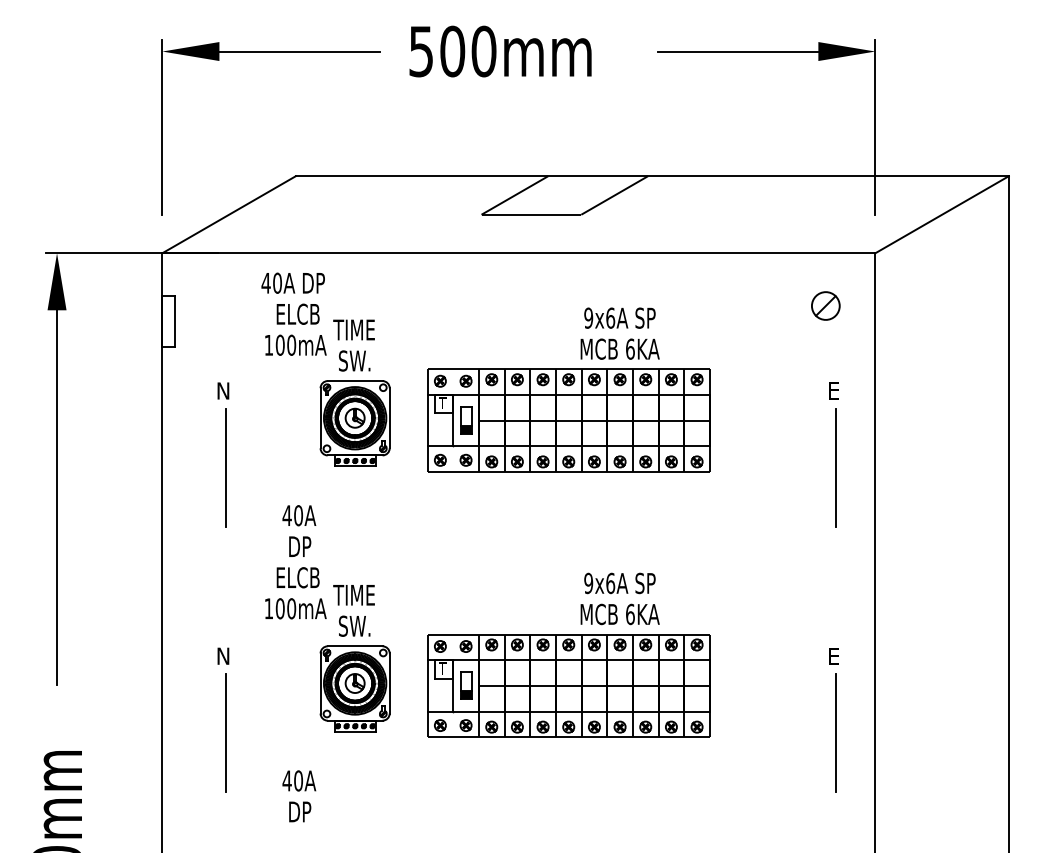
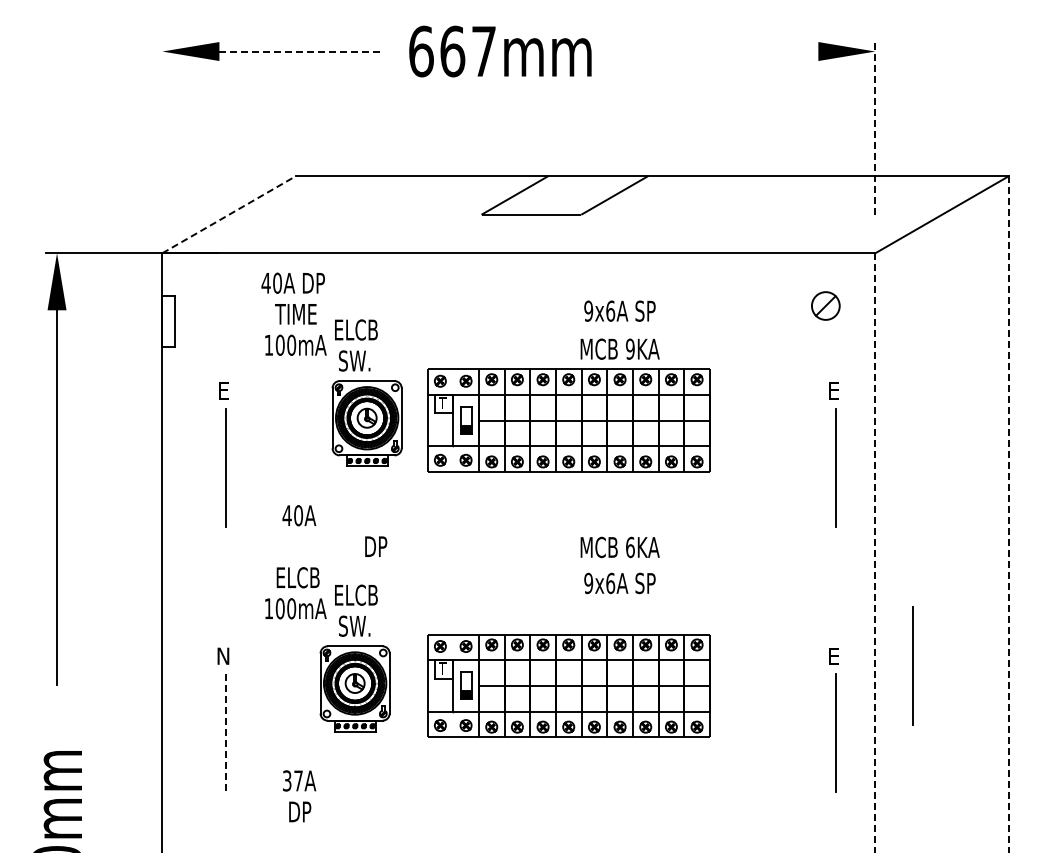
line at (300, 51): solid -> dashed
text at (452, 51): 500mm -> 667mm
line at (737, 51): present -> none
line at (875, 126): solid -> dashed
line at (162, 127): present -> none
line at (229, 214): solid -> dashed
text at (297, 313): ELCB -> TIME
text at (619, 317) position: (619, 317) -> (619, 310)
text at (355, 329): TIME -> ELCB
text at (629, 348): 6KA -> 9KA
text at (223, 390): N -> E
part at (354, 423) position: (354, 423) -> (366, 423)
line at (1008, 514): solid -> dashed
text at (300, 546) position: (300, 546) -> (376, 546)
line at (875, 553): solid -> dashed
text at (355, 594): TIME -> ELCB
text at (619, 614) position: (619, 614) -> (619, 547)
line at (912, 665): none -> present
line at (225, 733): solid -> dashed
text at (292, 780): 40A -> 37A
